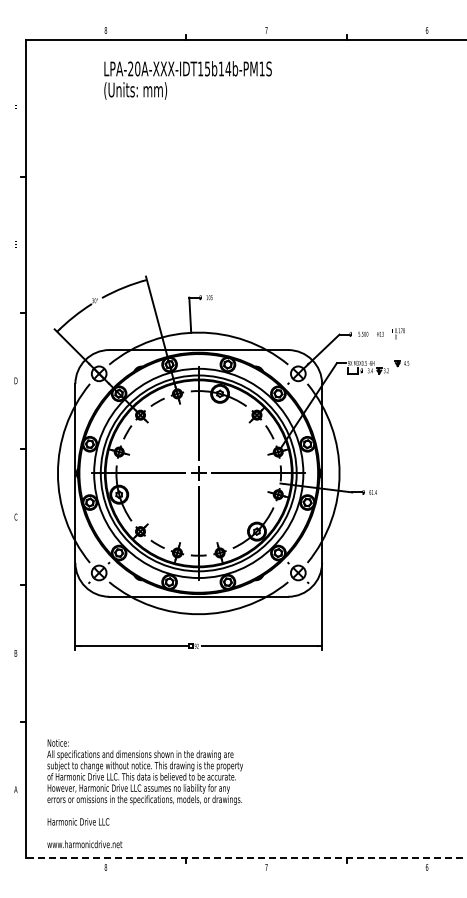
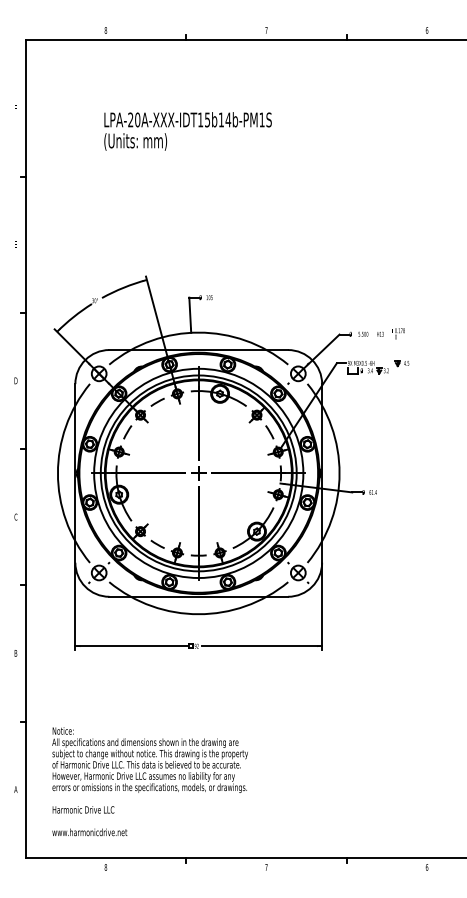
text at (187, 80) position: (187, 80) -> (187, 131)
text at (144, 793) position: (144, 793) -> (149, 781)
line at (245, 857): dashed -> solid
